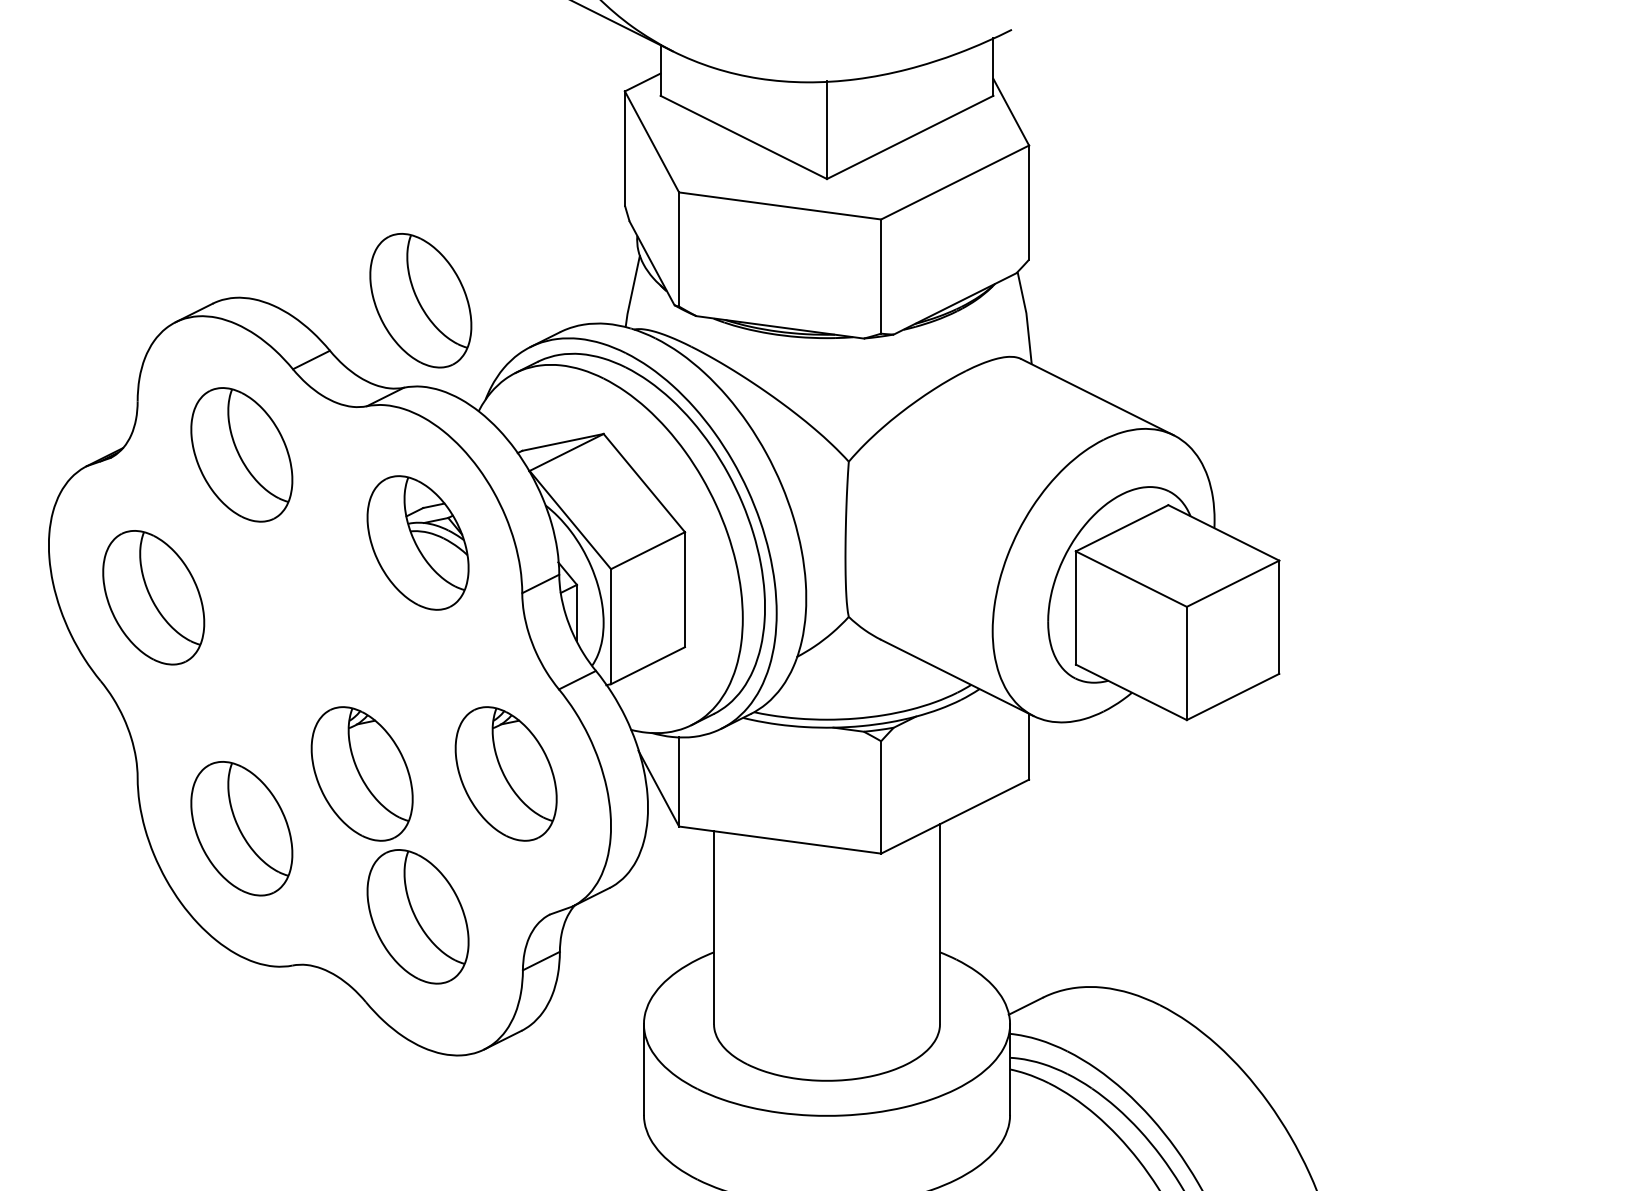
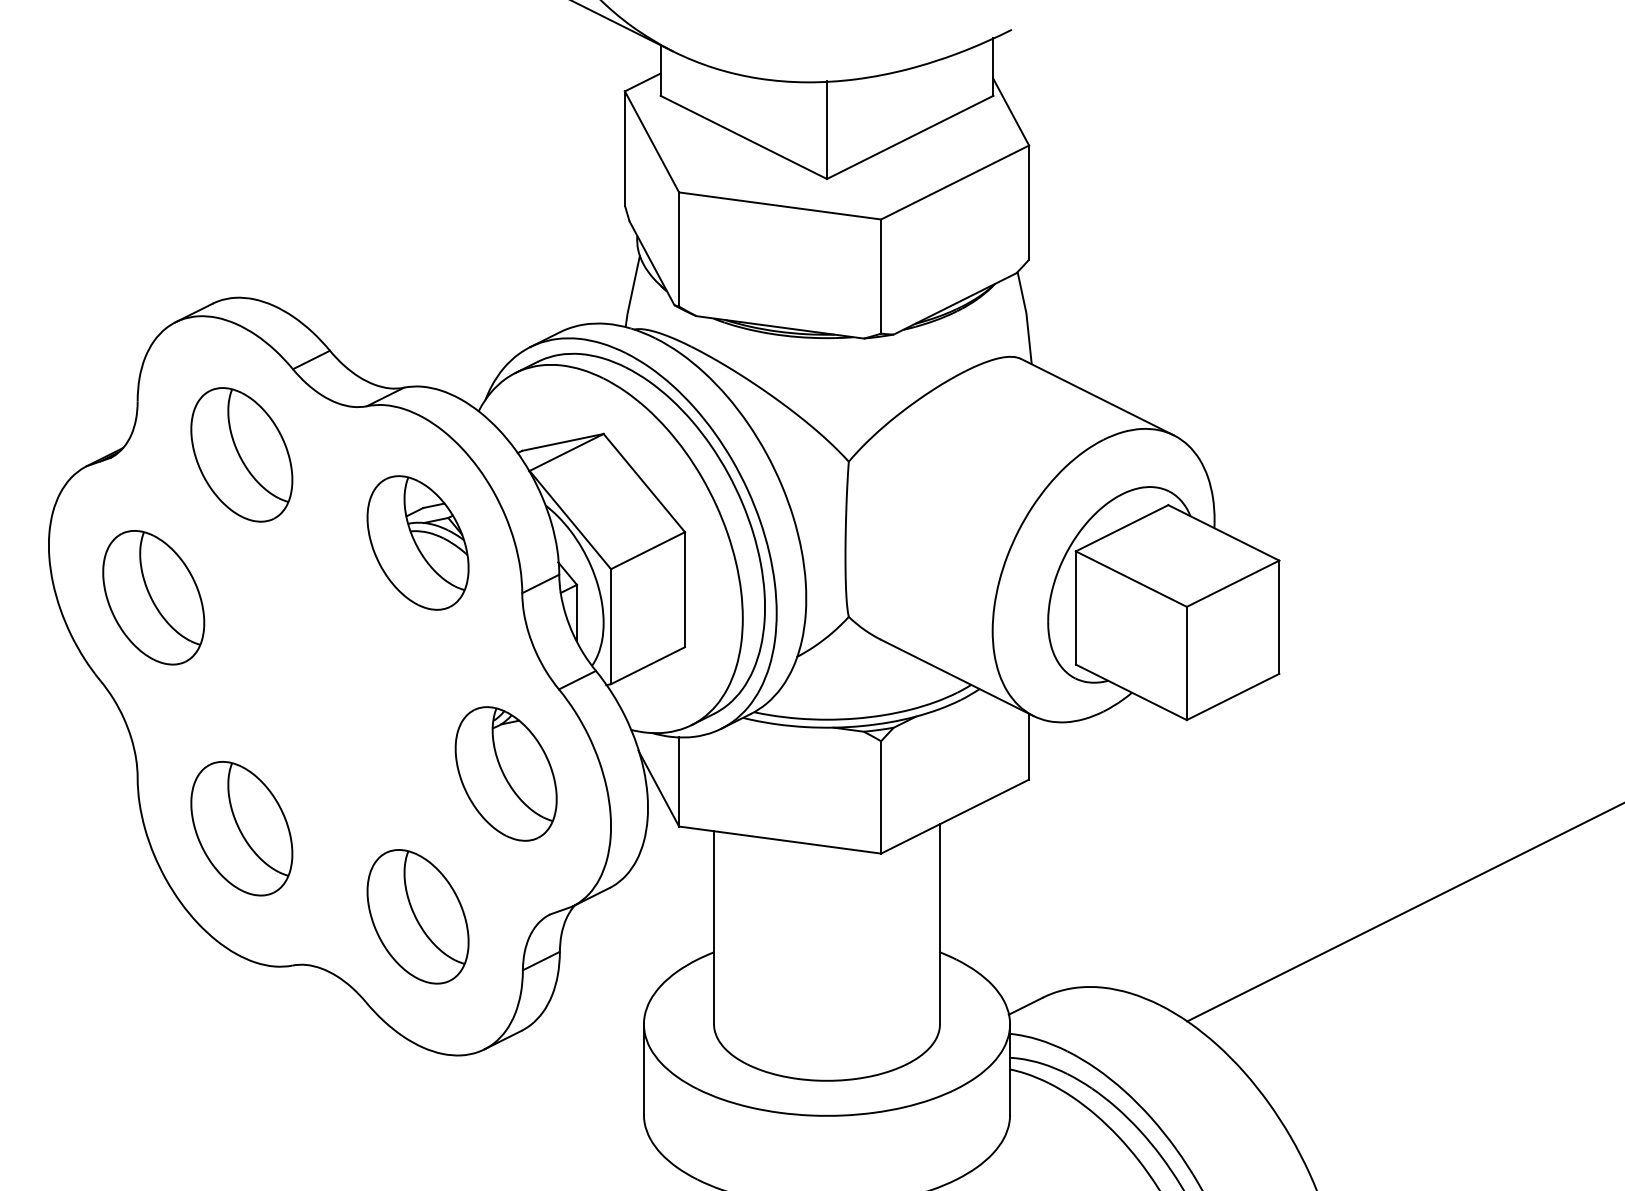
part at (420, 300): present -> none
part at (361, 773): present -> none
line at (1404, 912): none -> present
